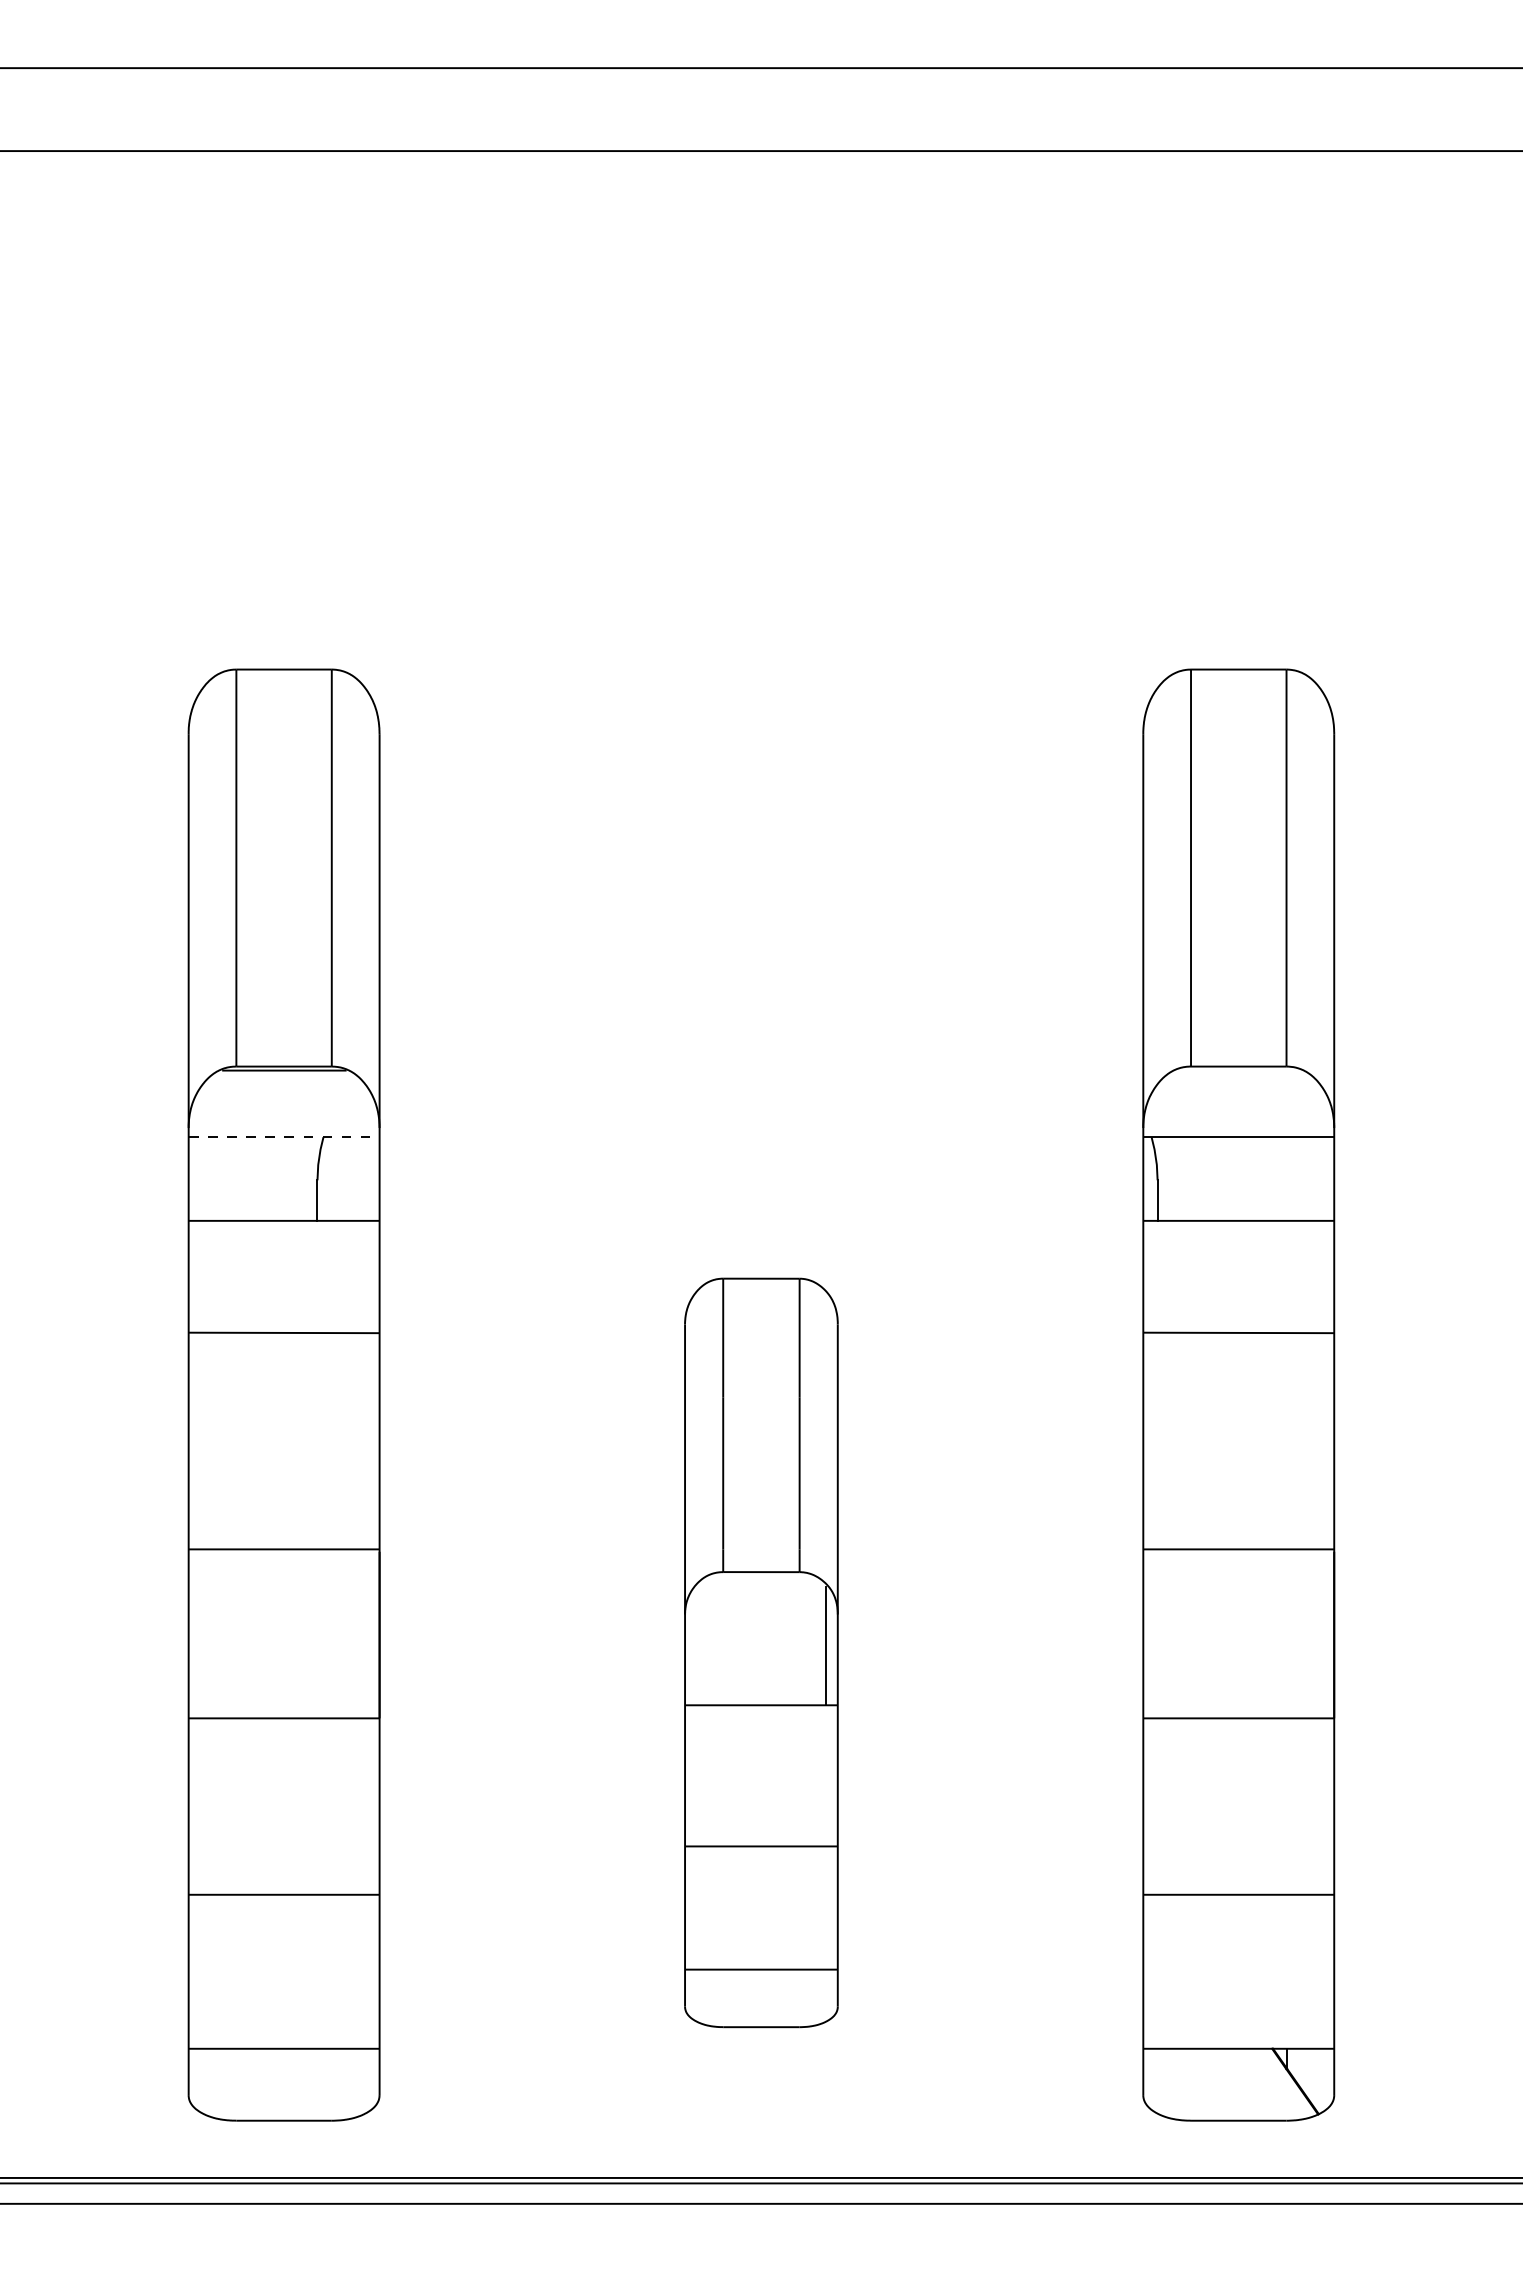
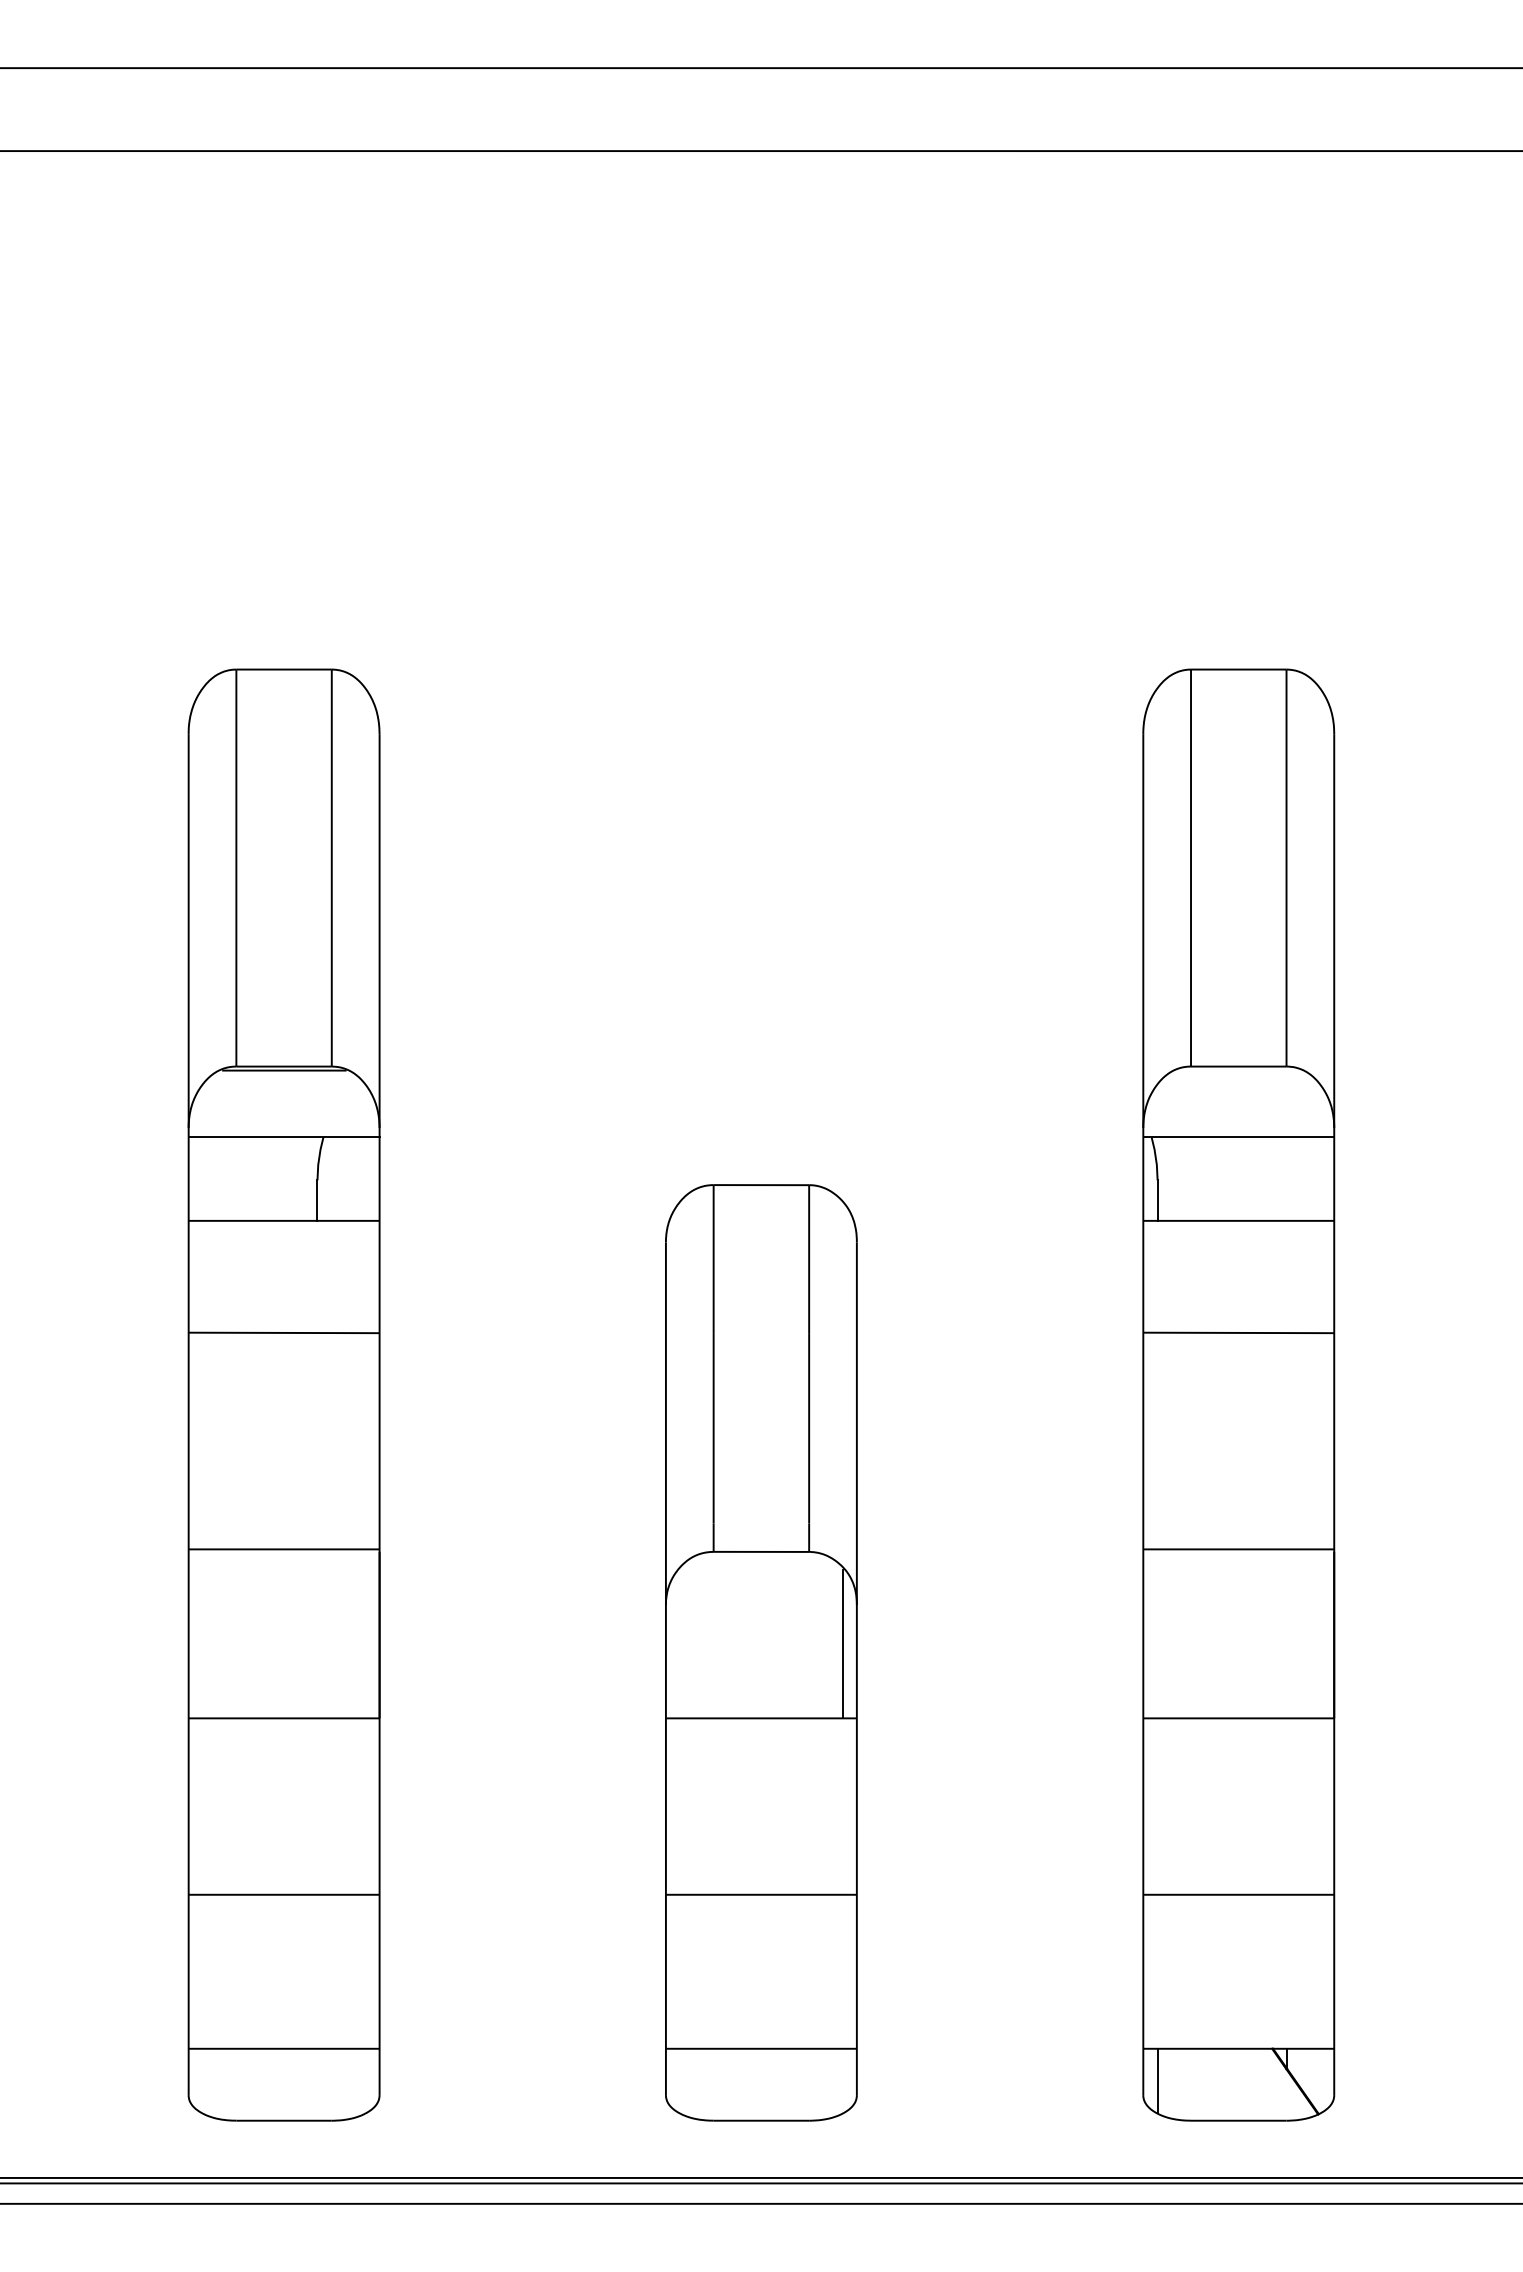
line at (284, 1137): dashed -> solid
part at (761, 1652) size: 155x752 px -> 193x938 px
line at (1157, 2080): none -> present
